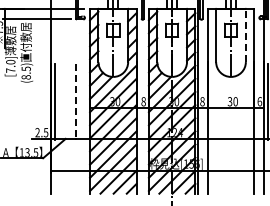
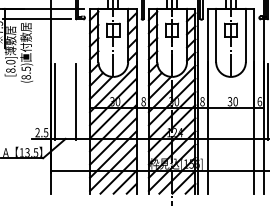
line at (245, 35): dashed -> solid
text at (10, 70): 7.0] -> 8.0]
line at (76, 102): dashed -> solid
